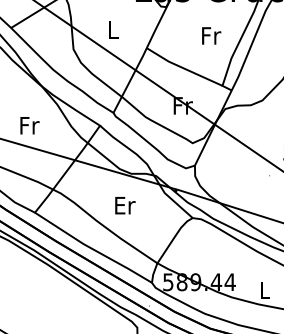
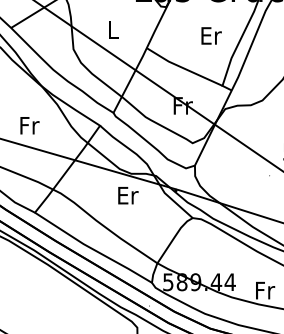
text at (211, 35): Fr -> Er
text at (125, 205) position: (125, 205) -> (128, 195)
text at (265, 290): L -> Fr
